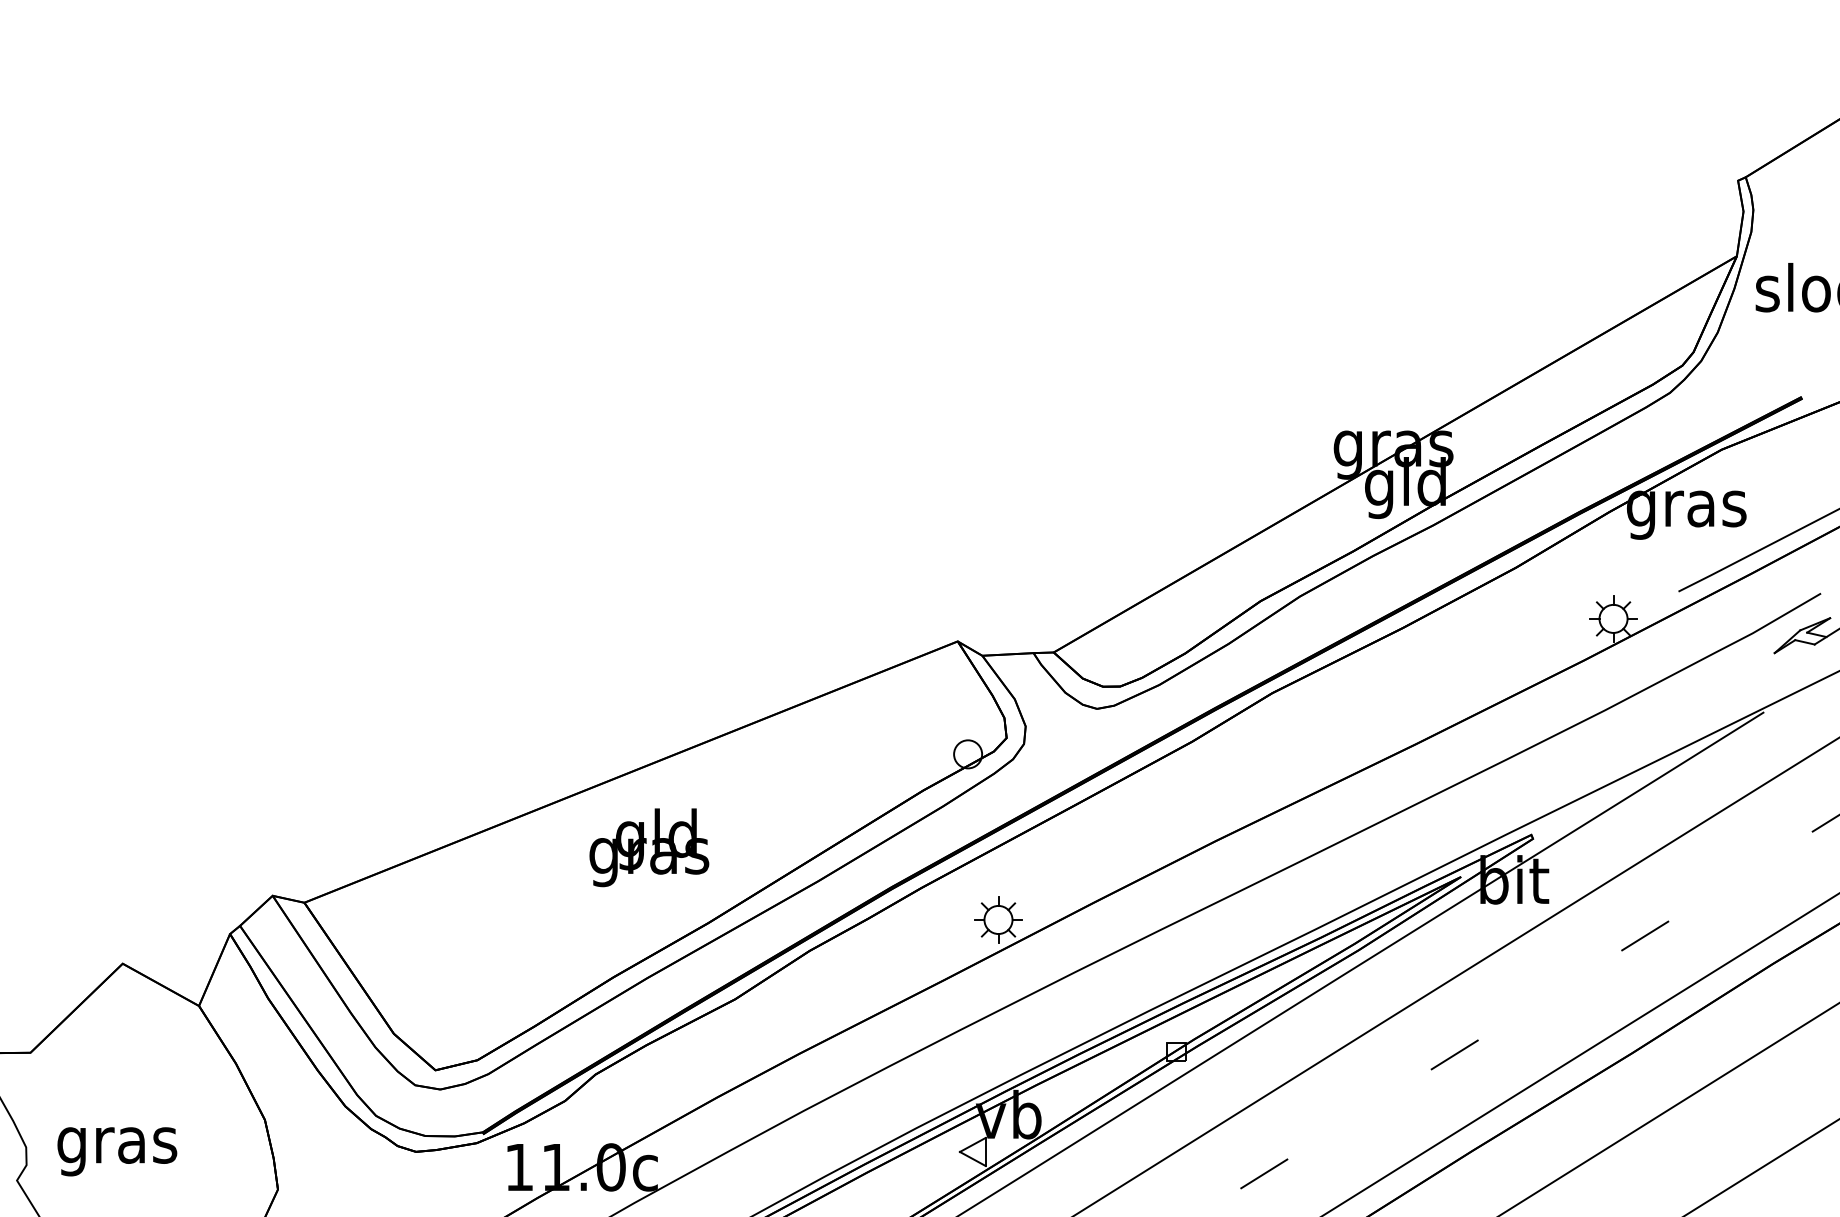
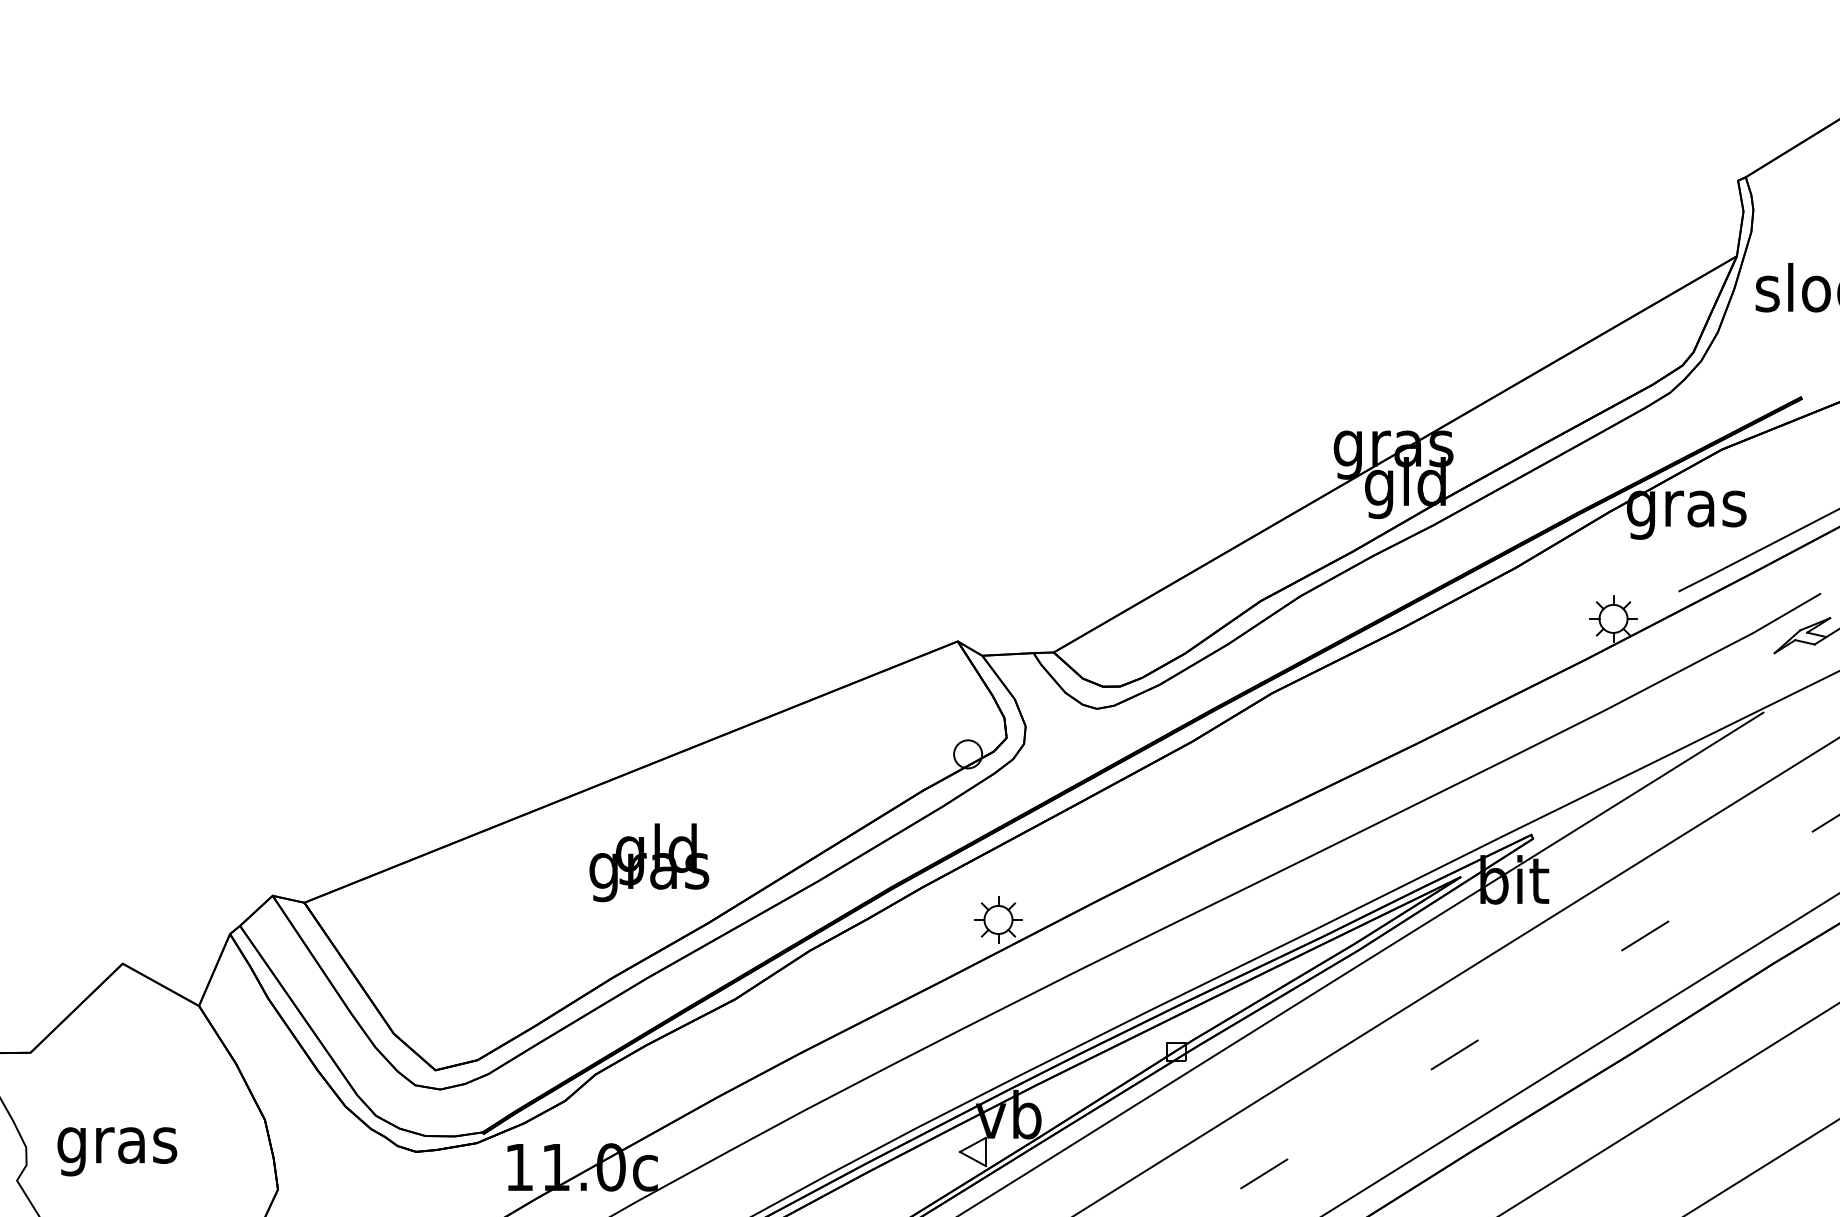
text at (649, 847) position: (649, 847) -> (649, 862)
